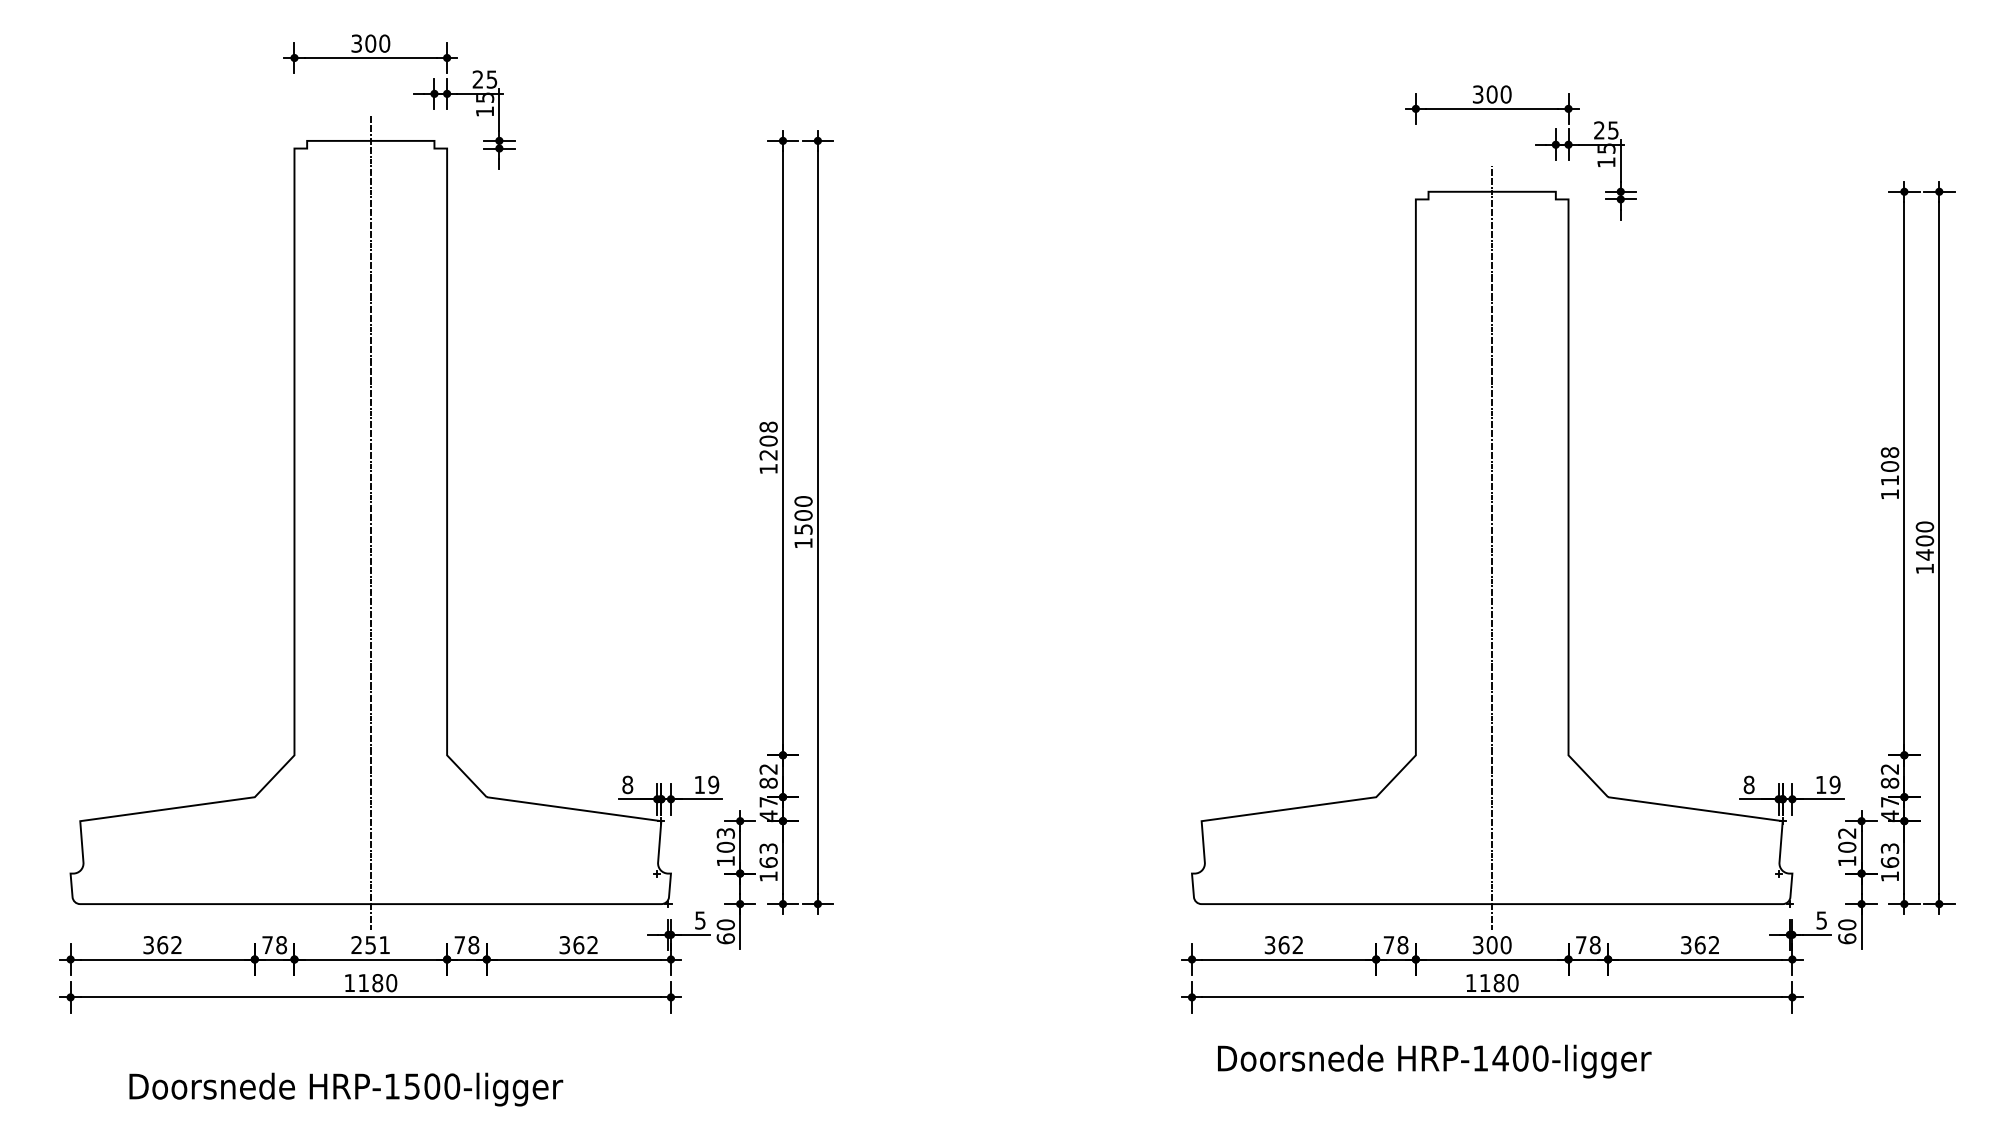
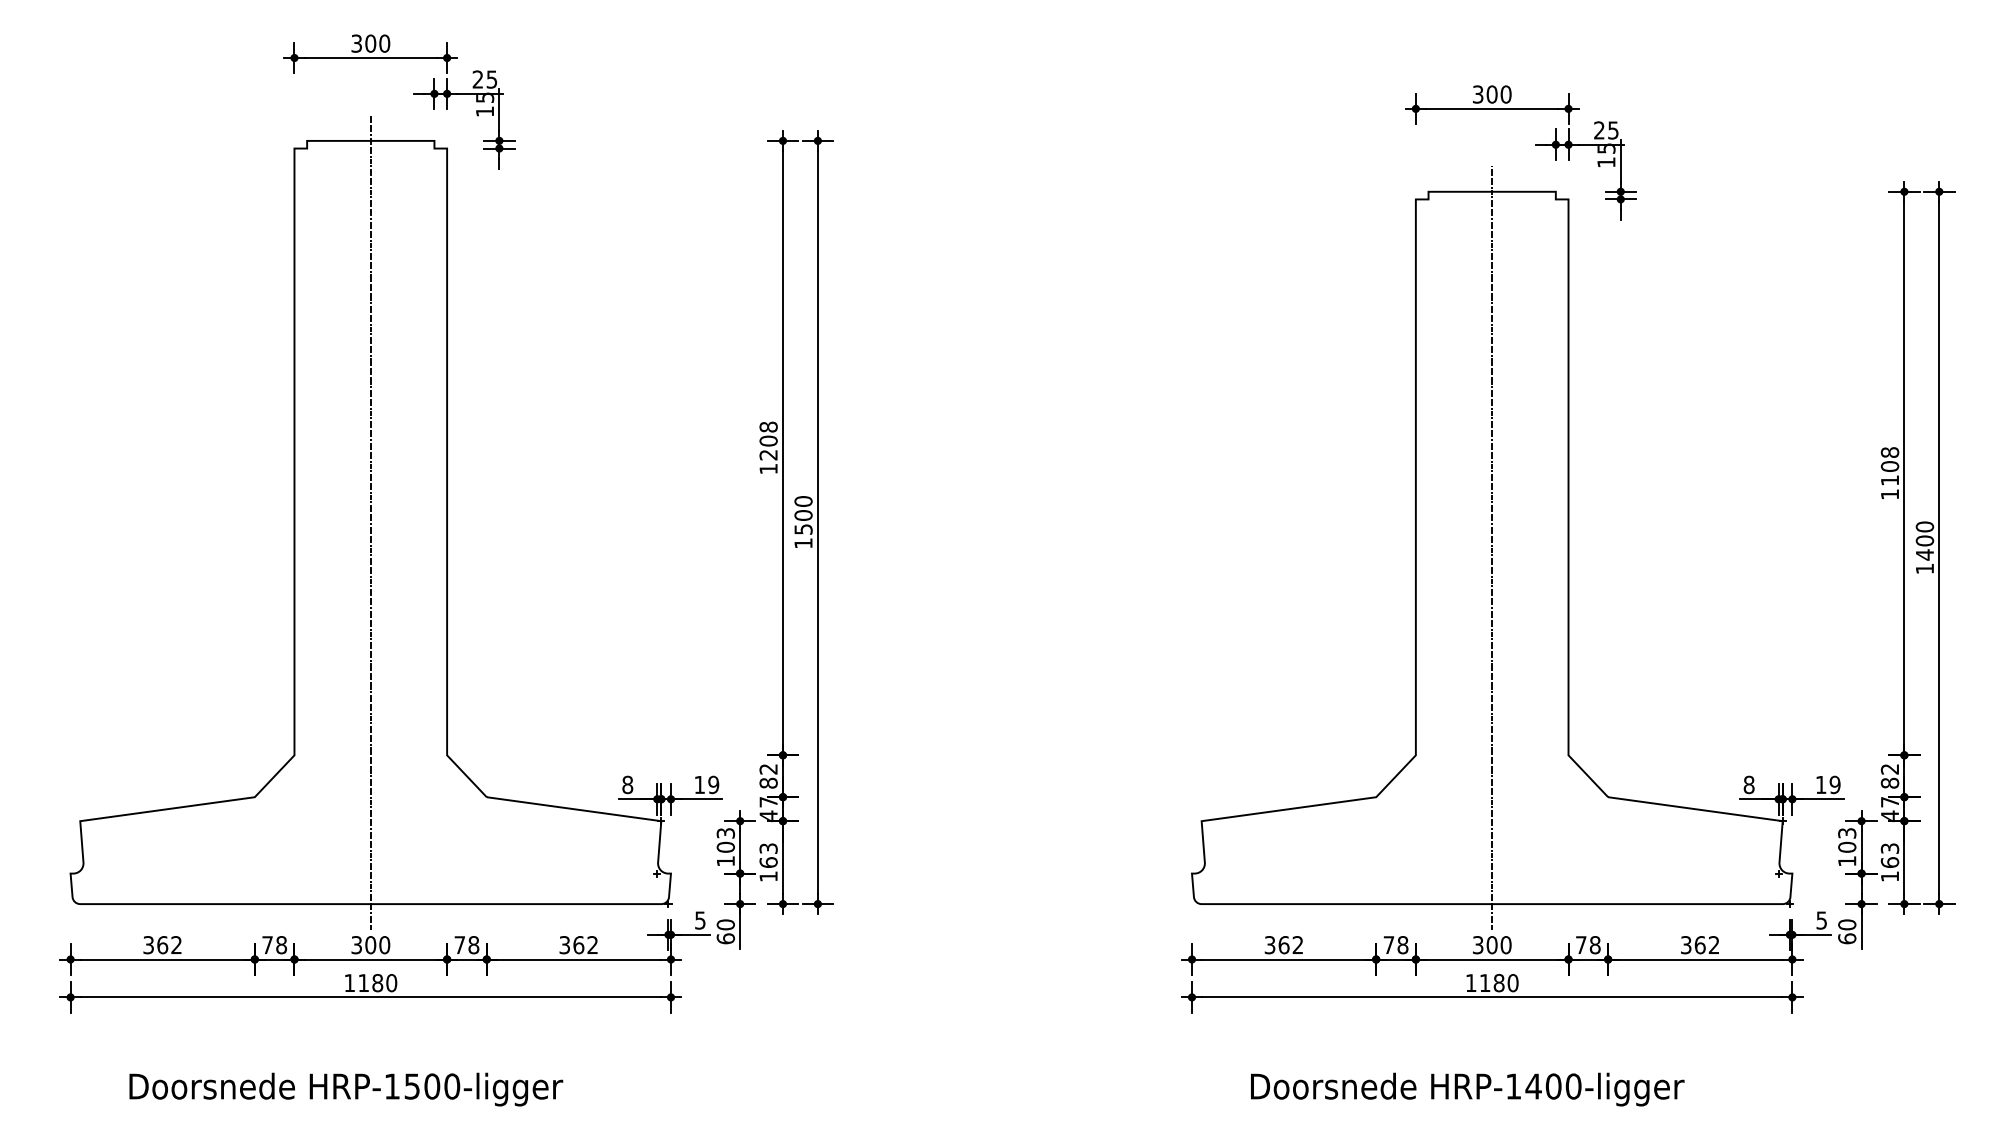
text at (1847, 833): 102 -> 103
text at (370, 945): 251 -> 300
text at (1434, 1061) position: (1434, 1061) -> (1467, 1089)
